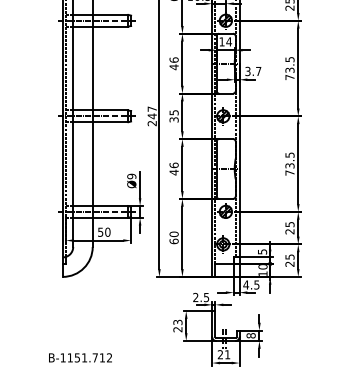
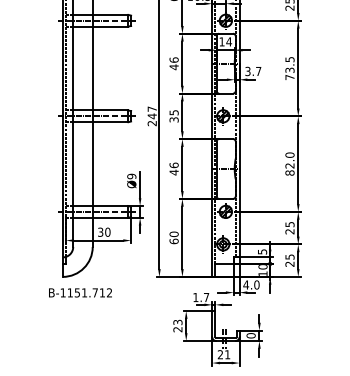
text at (289, 163): 73.5 -> 82.0
text at (100, 231): 50 -> 30
text at (256, 284): 4.5 -> 4.0
text at (201, 297): 2.5 -> 1.7
text at (250, 335): 8 -> 0
text at (80, 357) position: (80, 357) -> (80, 292)
